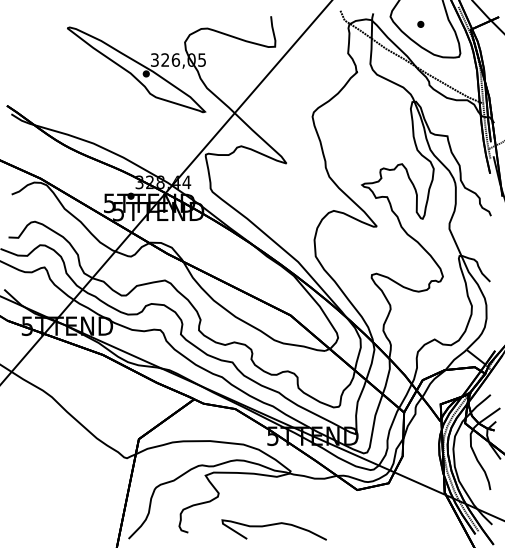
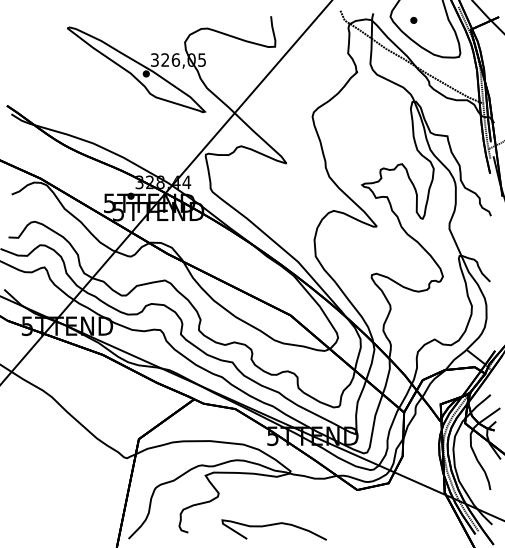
part at (420, 24) position: (420, 24) -> (413, 20)
